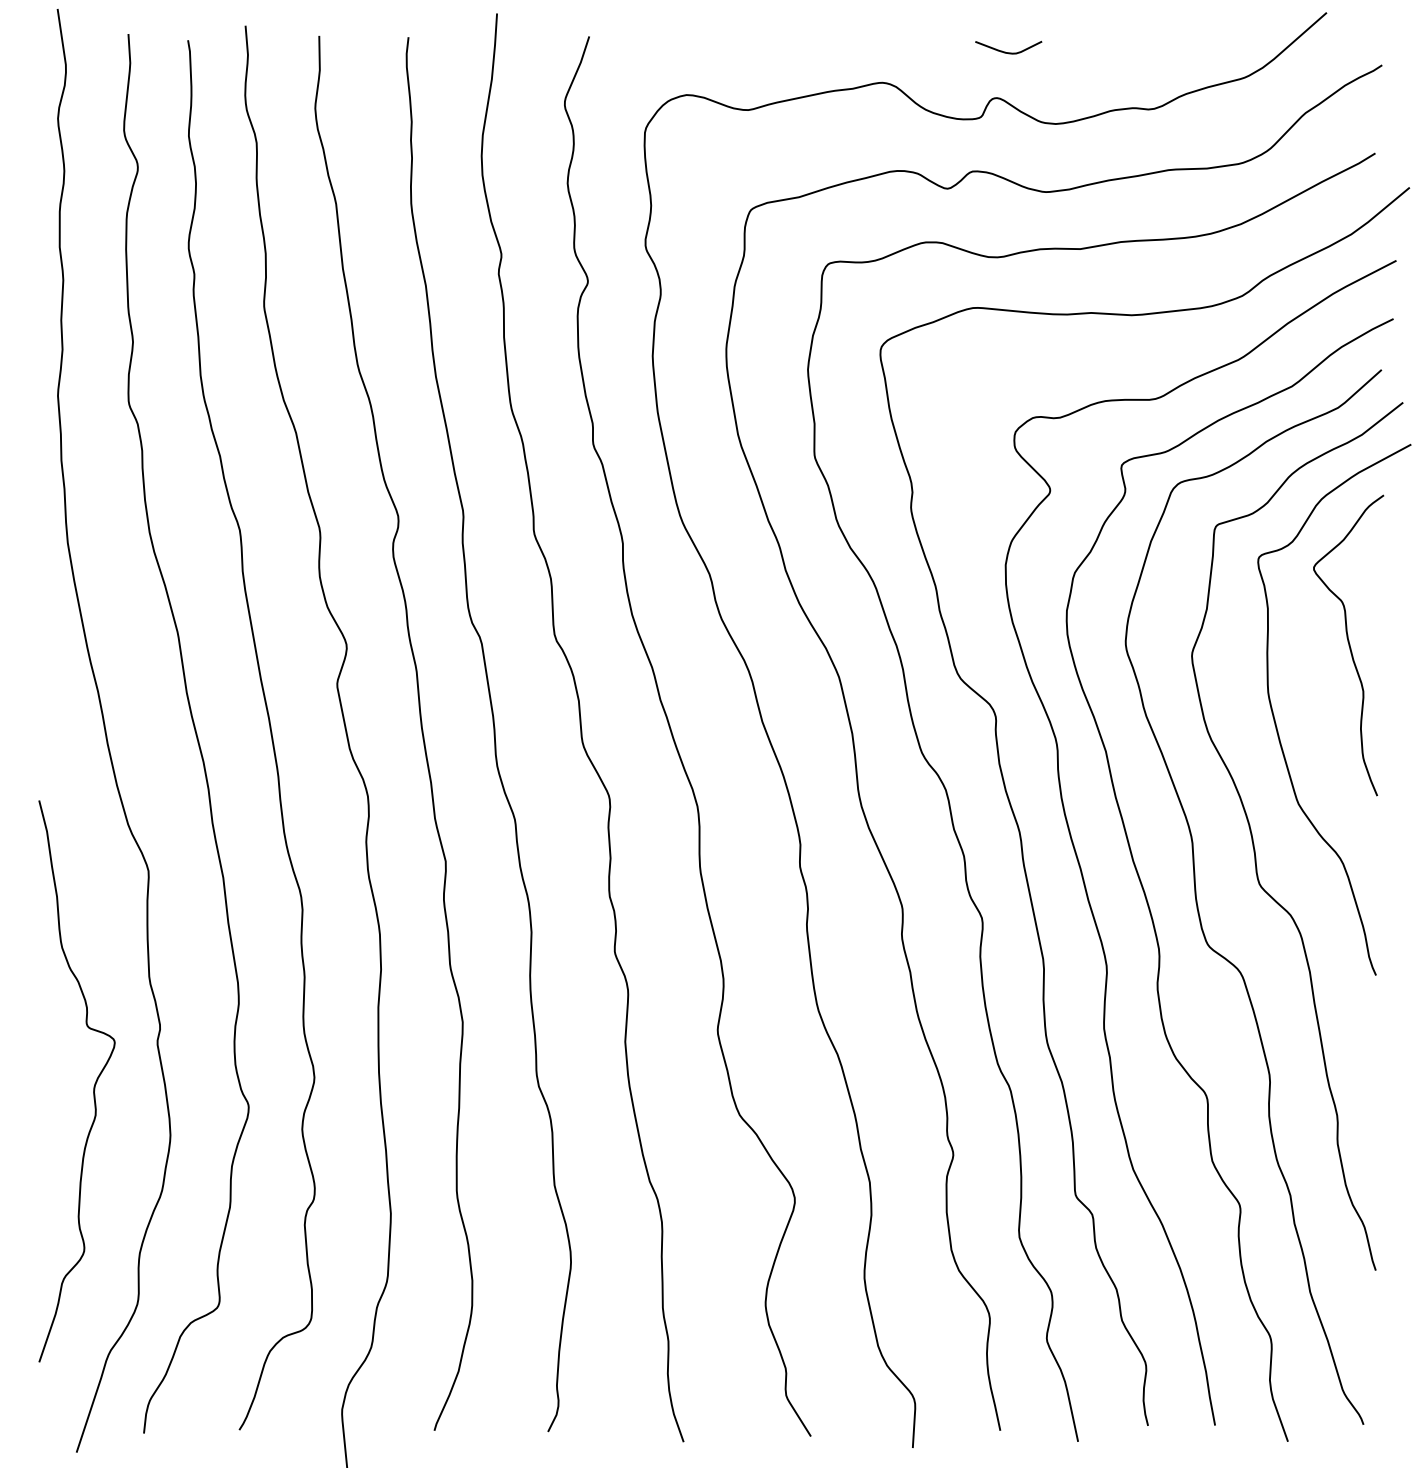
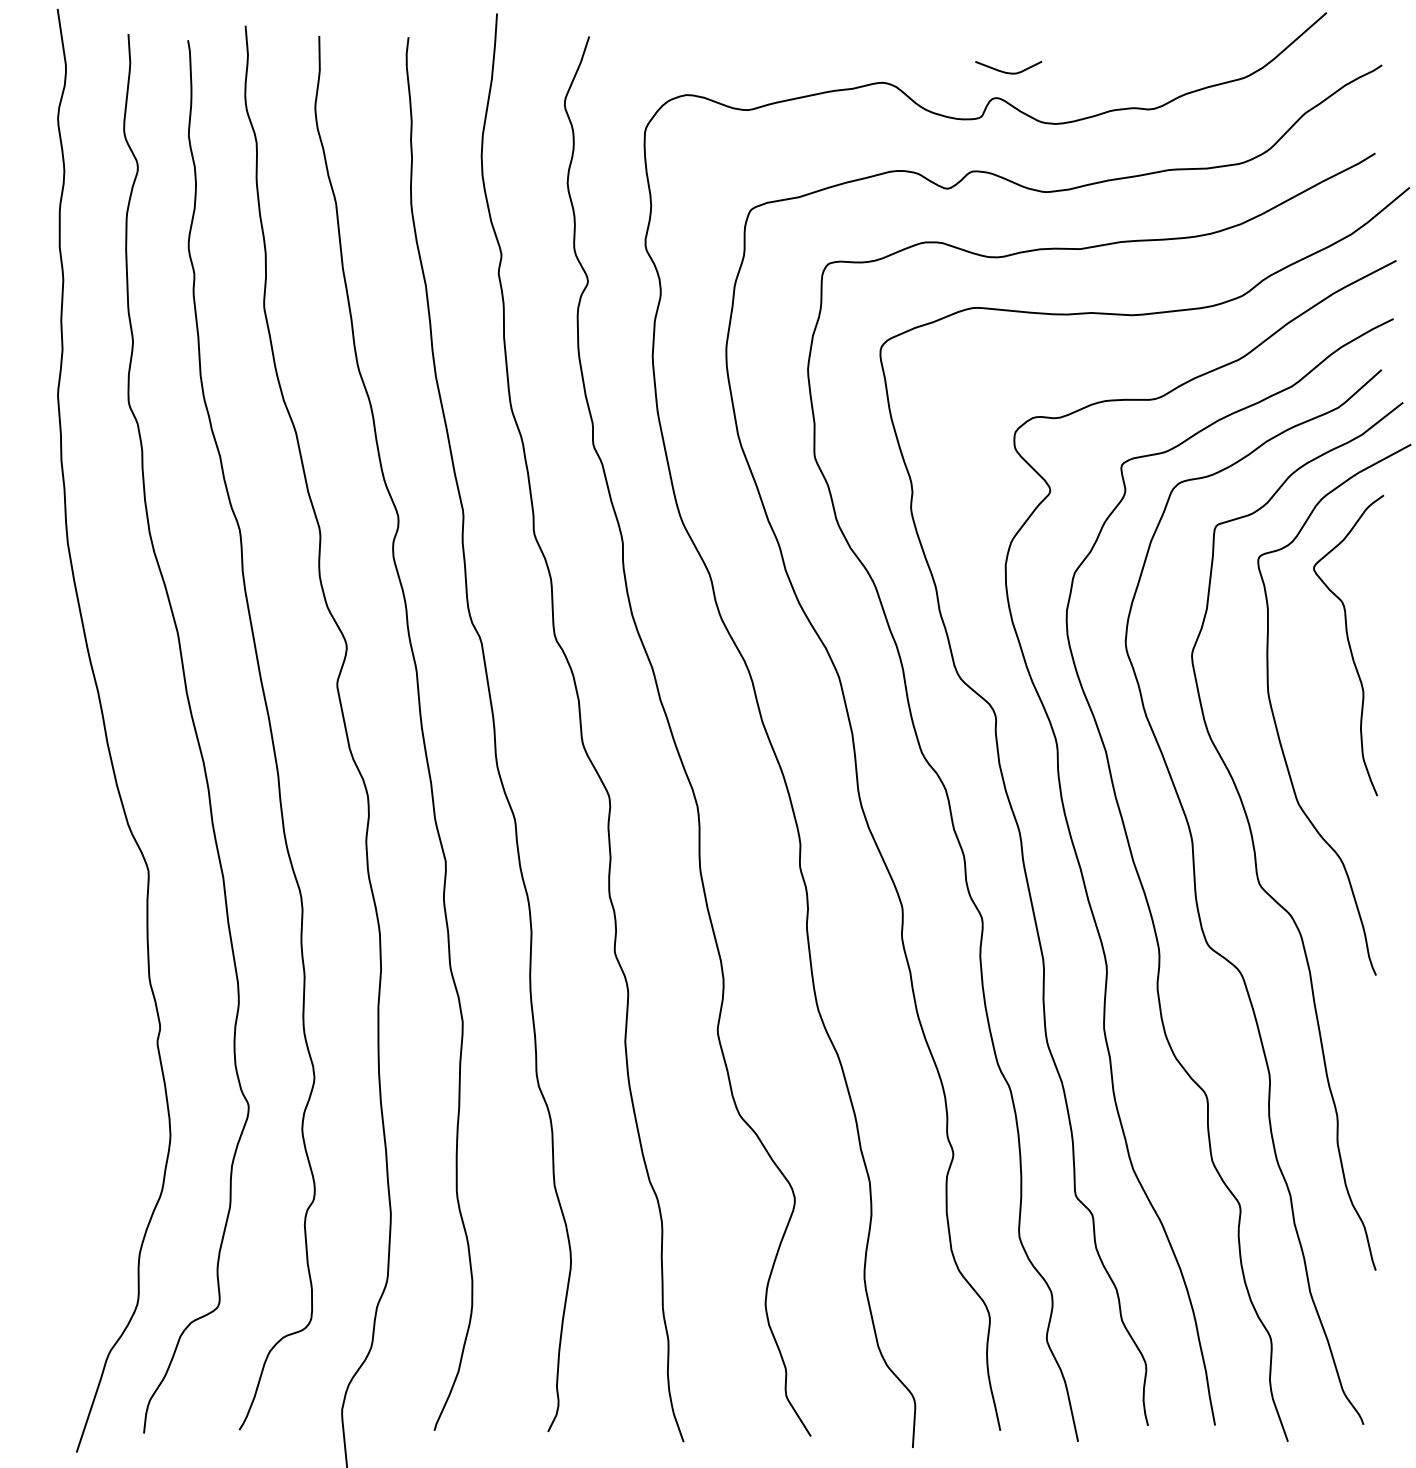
curve at (1005, 51) position: (1005, 51) -> (1005, 71)
curve at (93, 1086): present -> none
